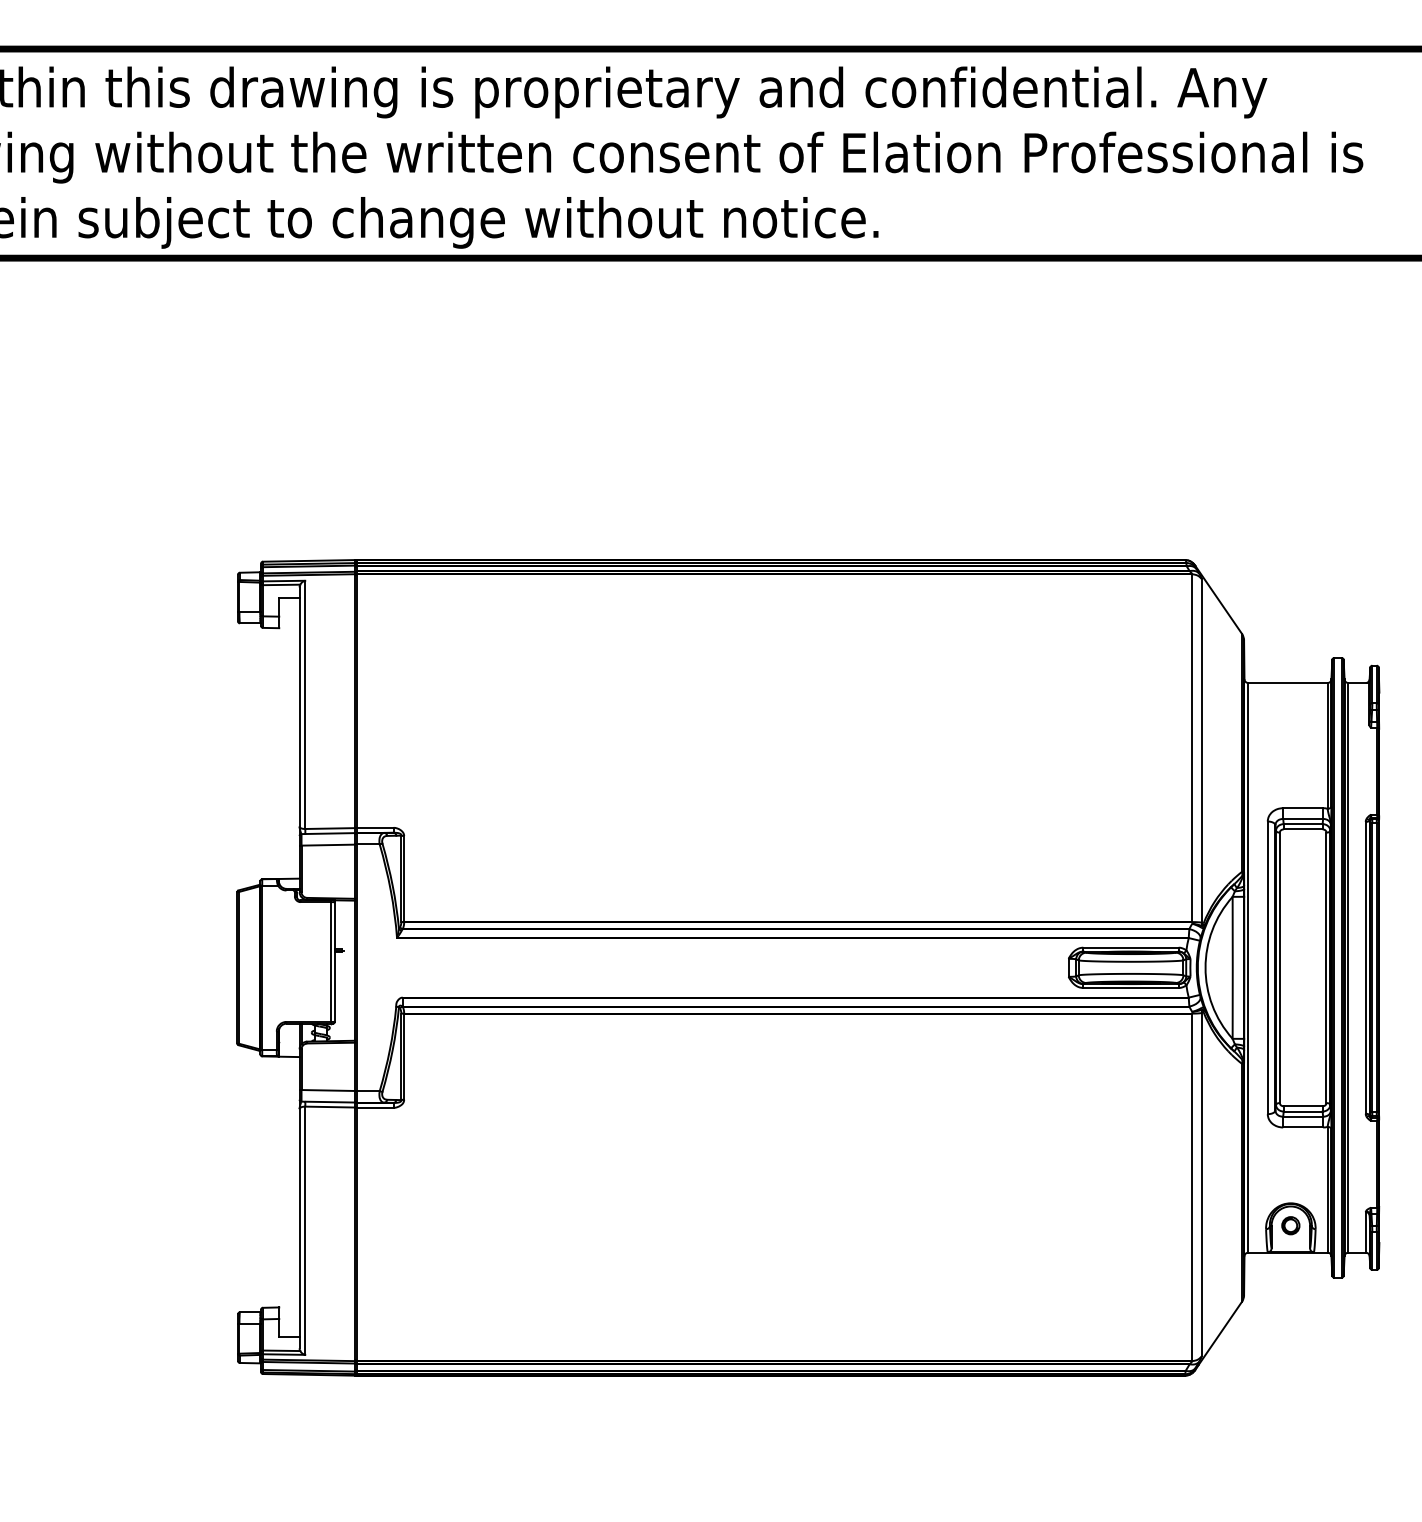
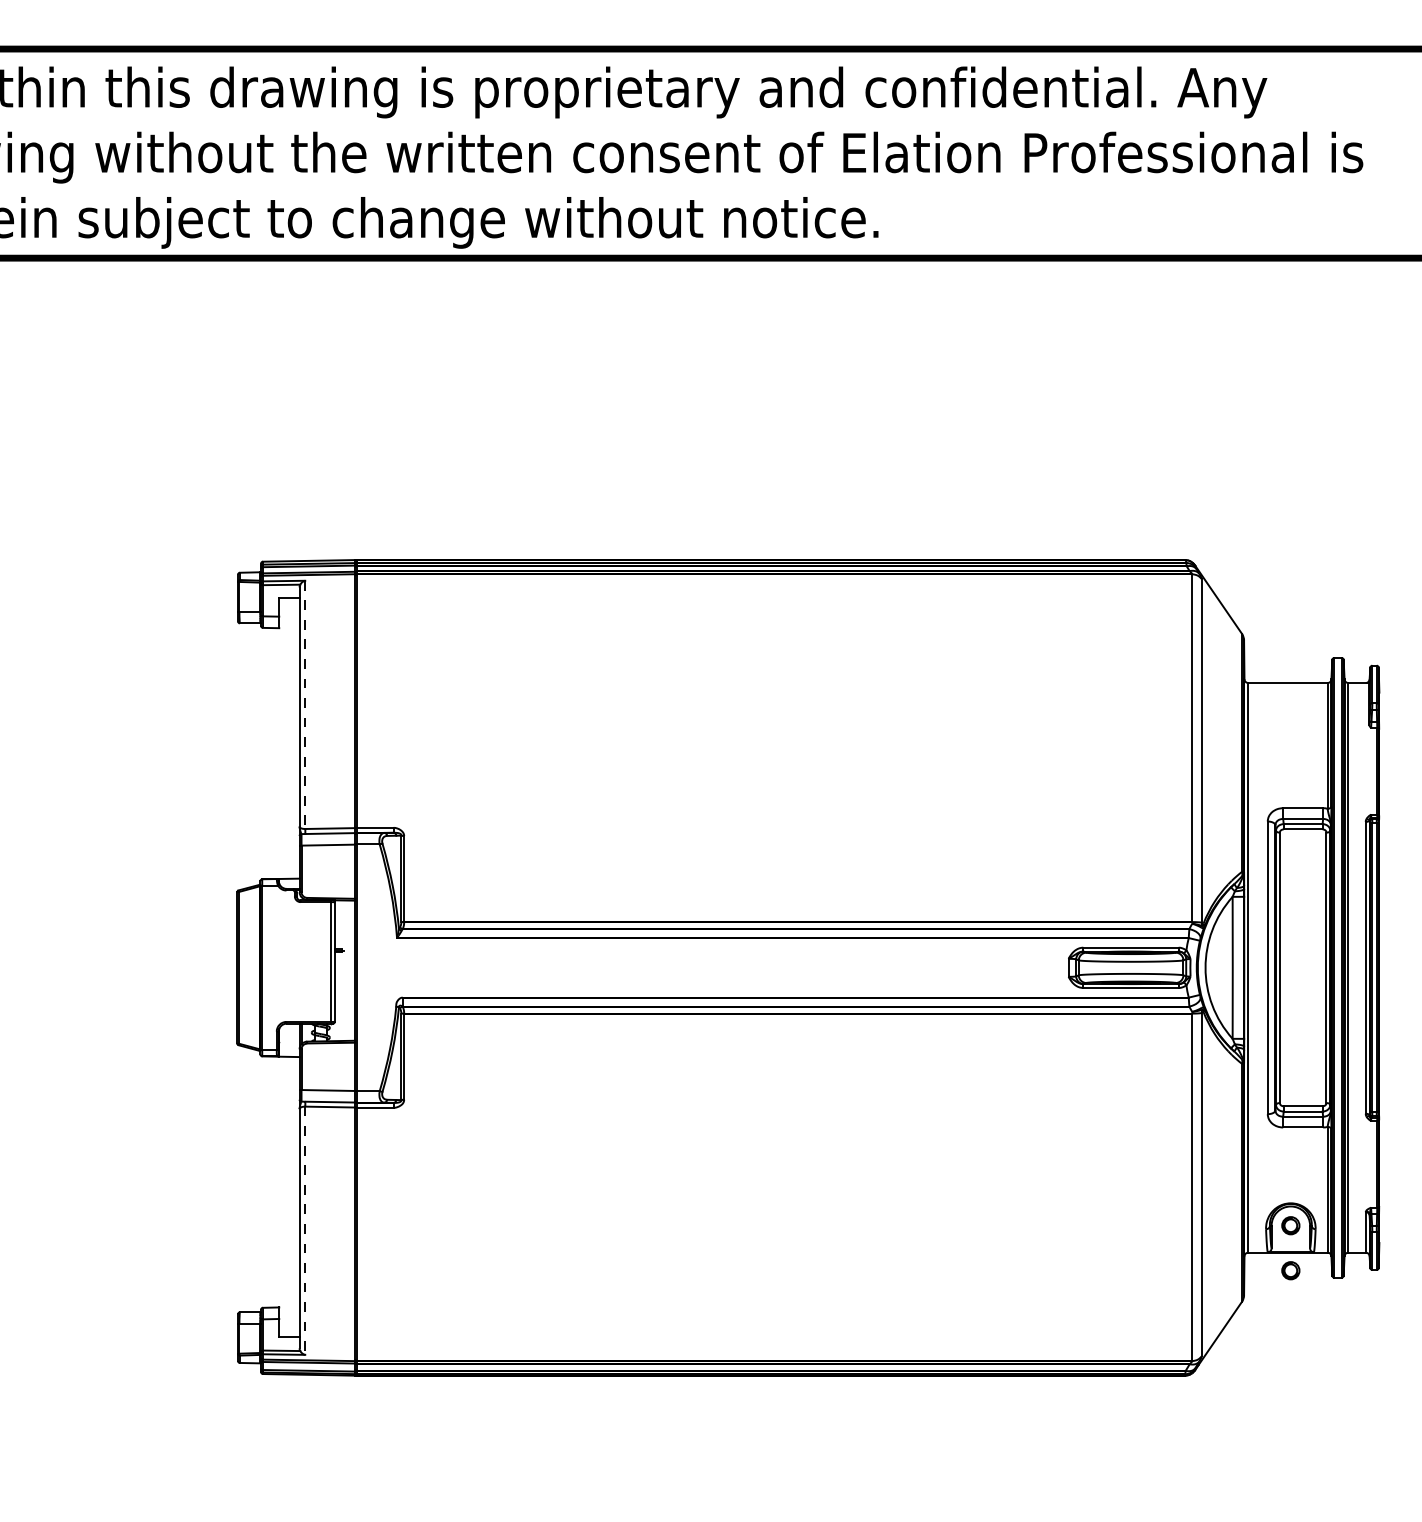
line at (305, 705): solid -> dashed
line at (305, 1231): solid -> dashed
part at (1290, 1270): none -> present
